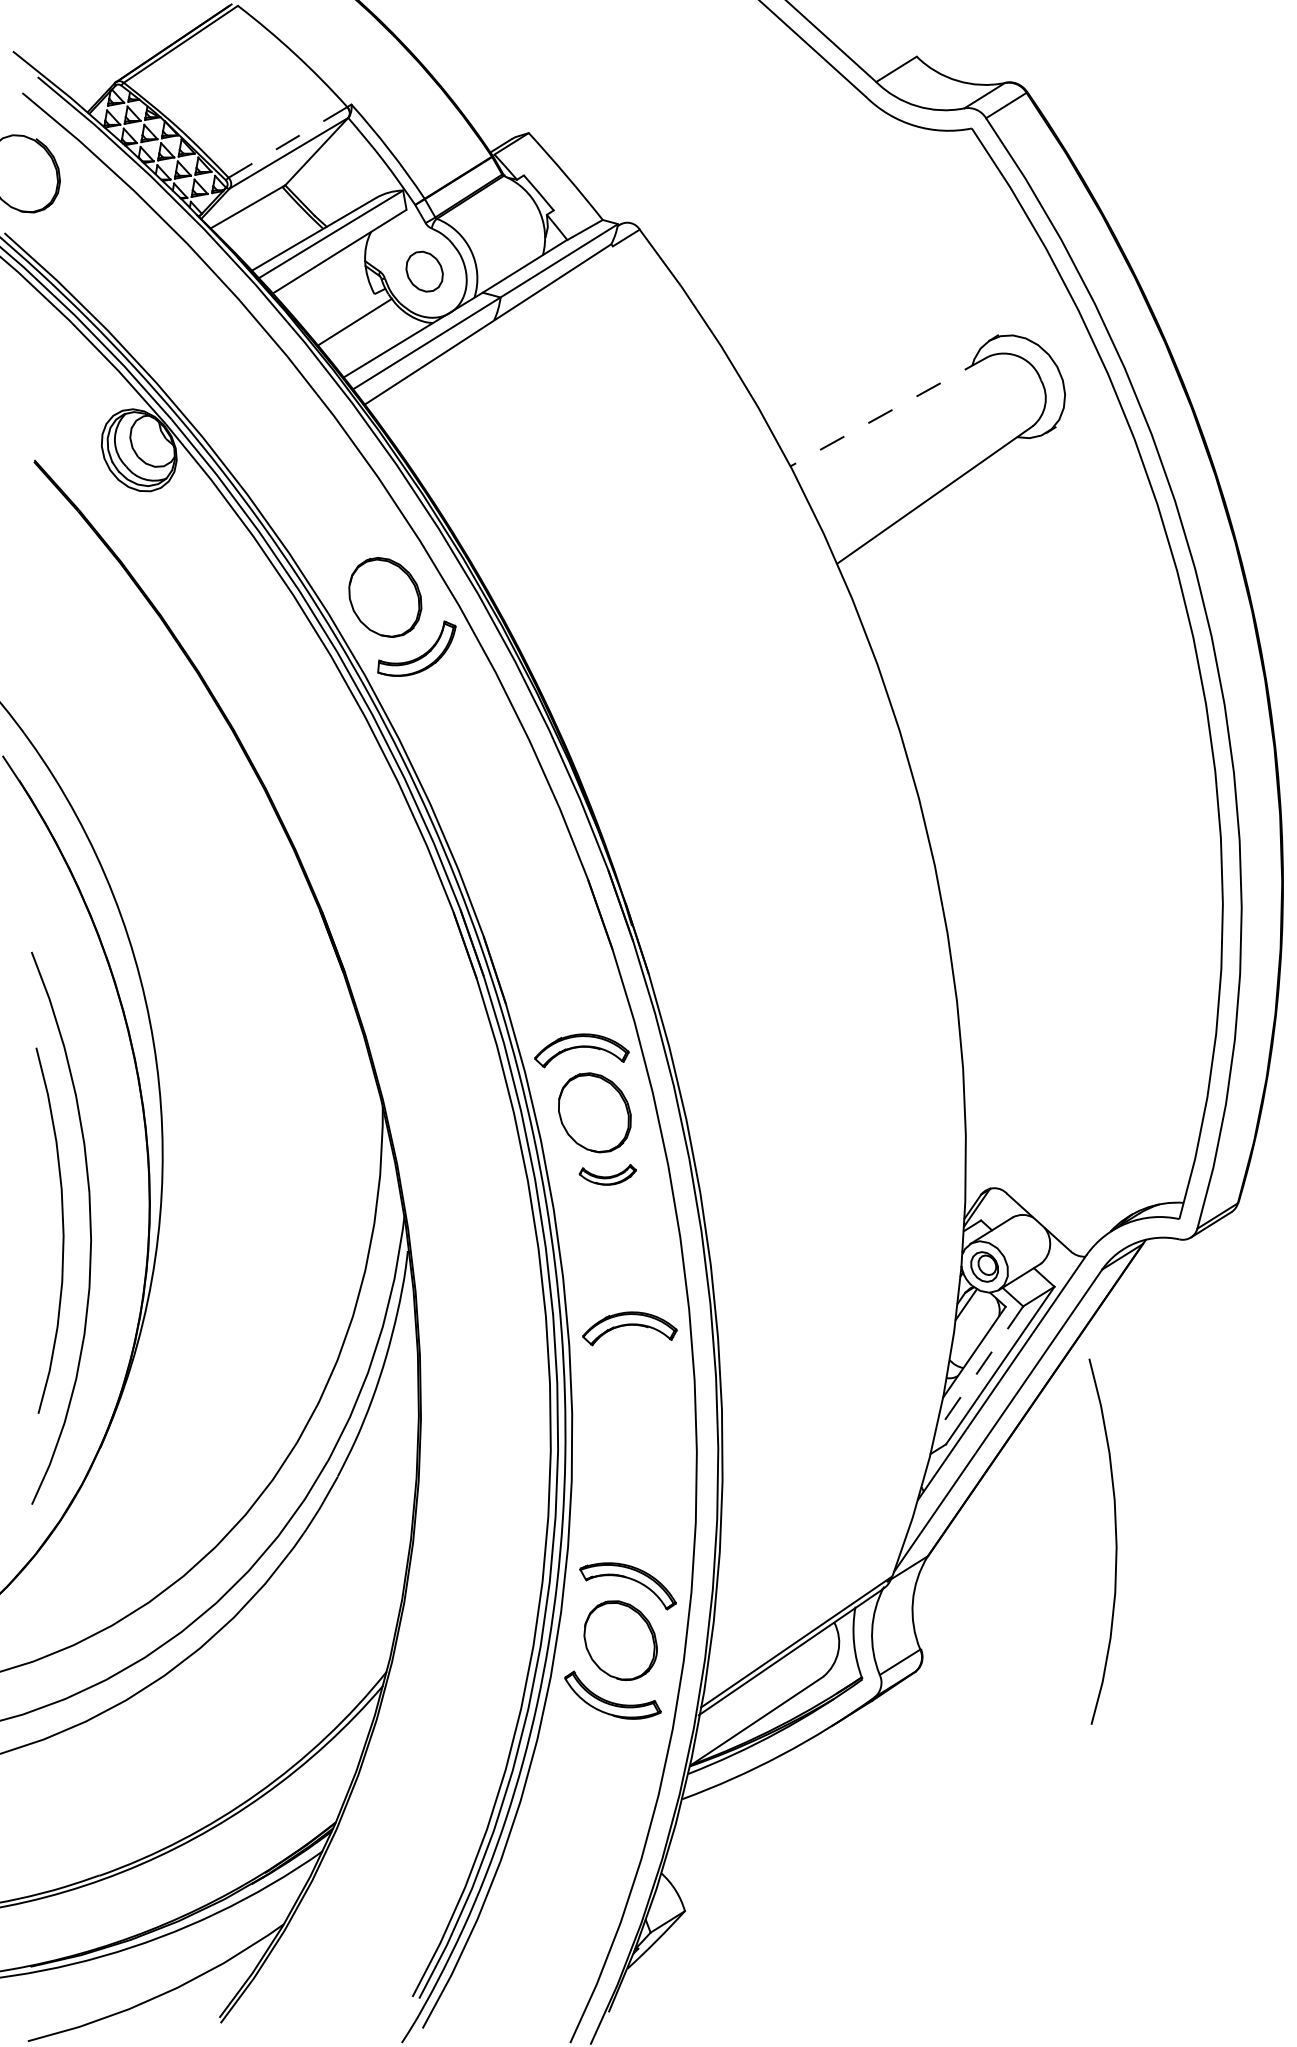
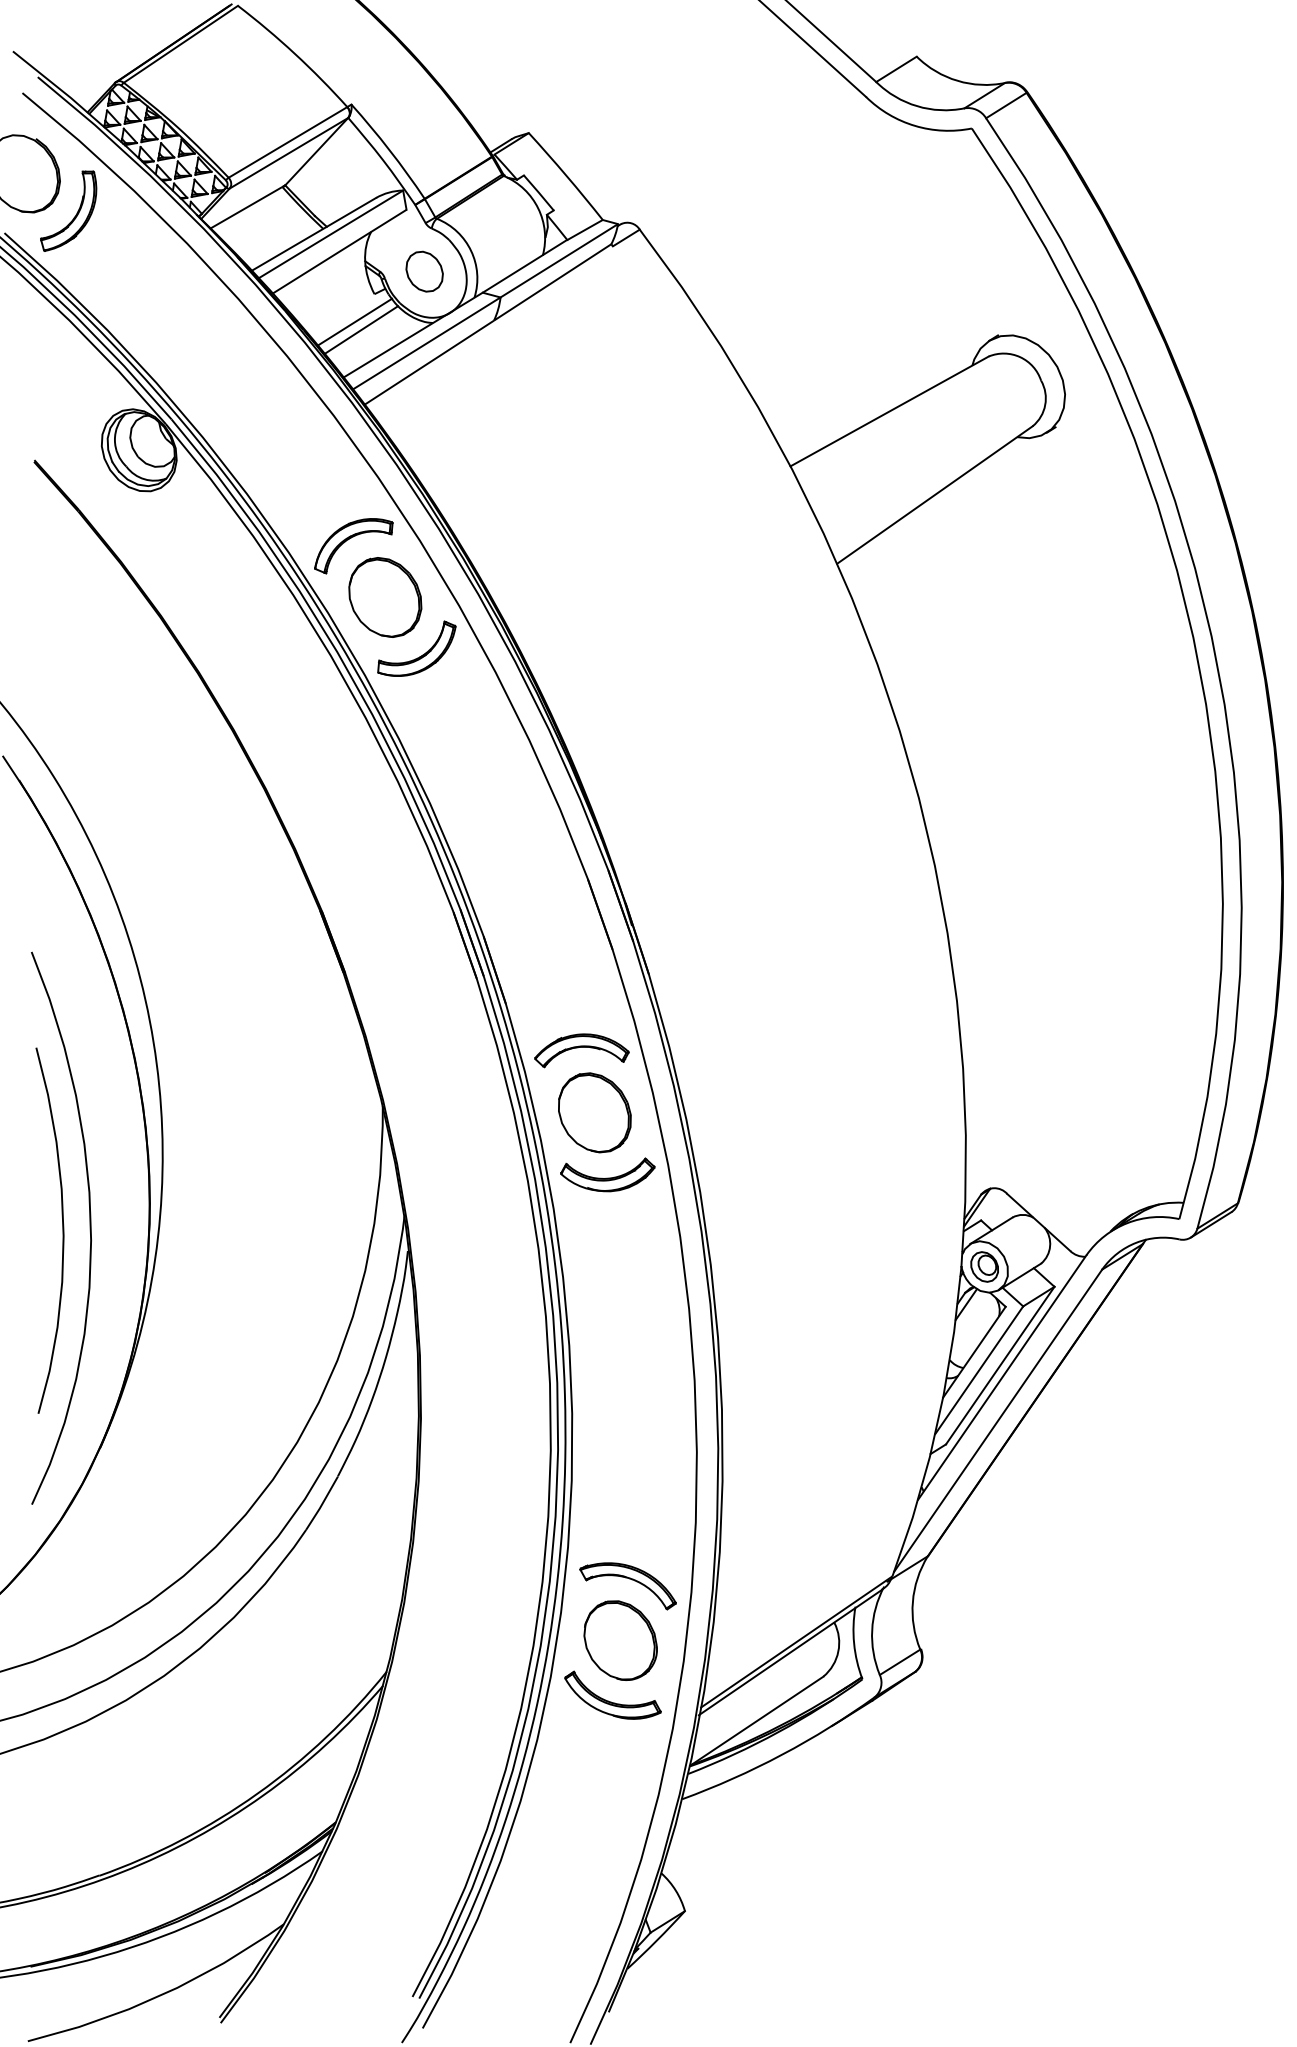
line at (288, 142): dashed -> solid
part at (75, 214): none -> present
line at (361, 329): none -> present
line at (889, 411): dashed -> solid
part at (348, 540): none -> present
part at (607, 1174) size: 59x22 px -> 96x36 px
part at (629, 1328): present -> none
line at (979, 1370): dashed -> solid
curve at (1115, 1541): present -> none
